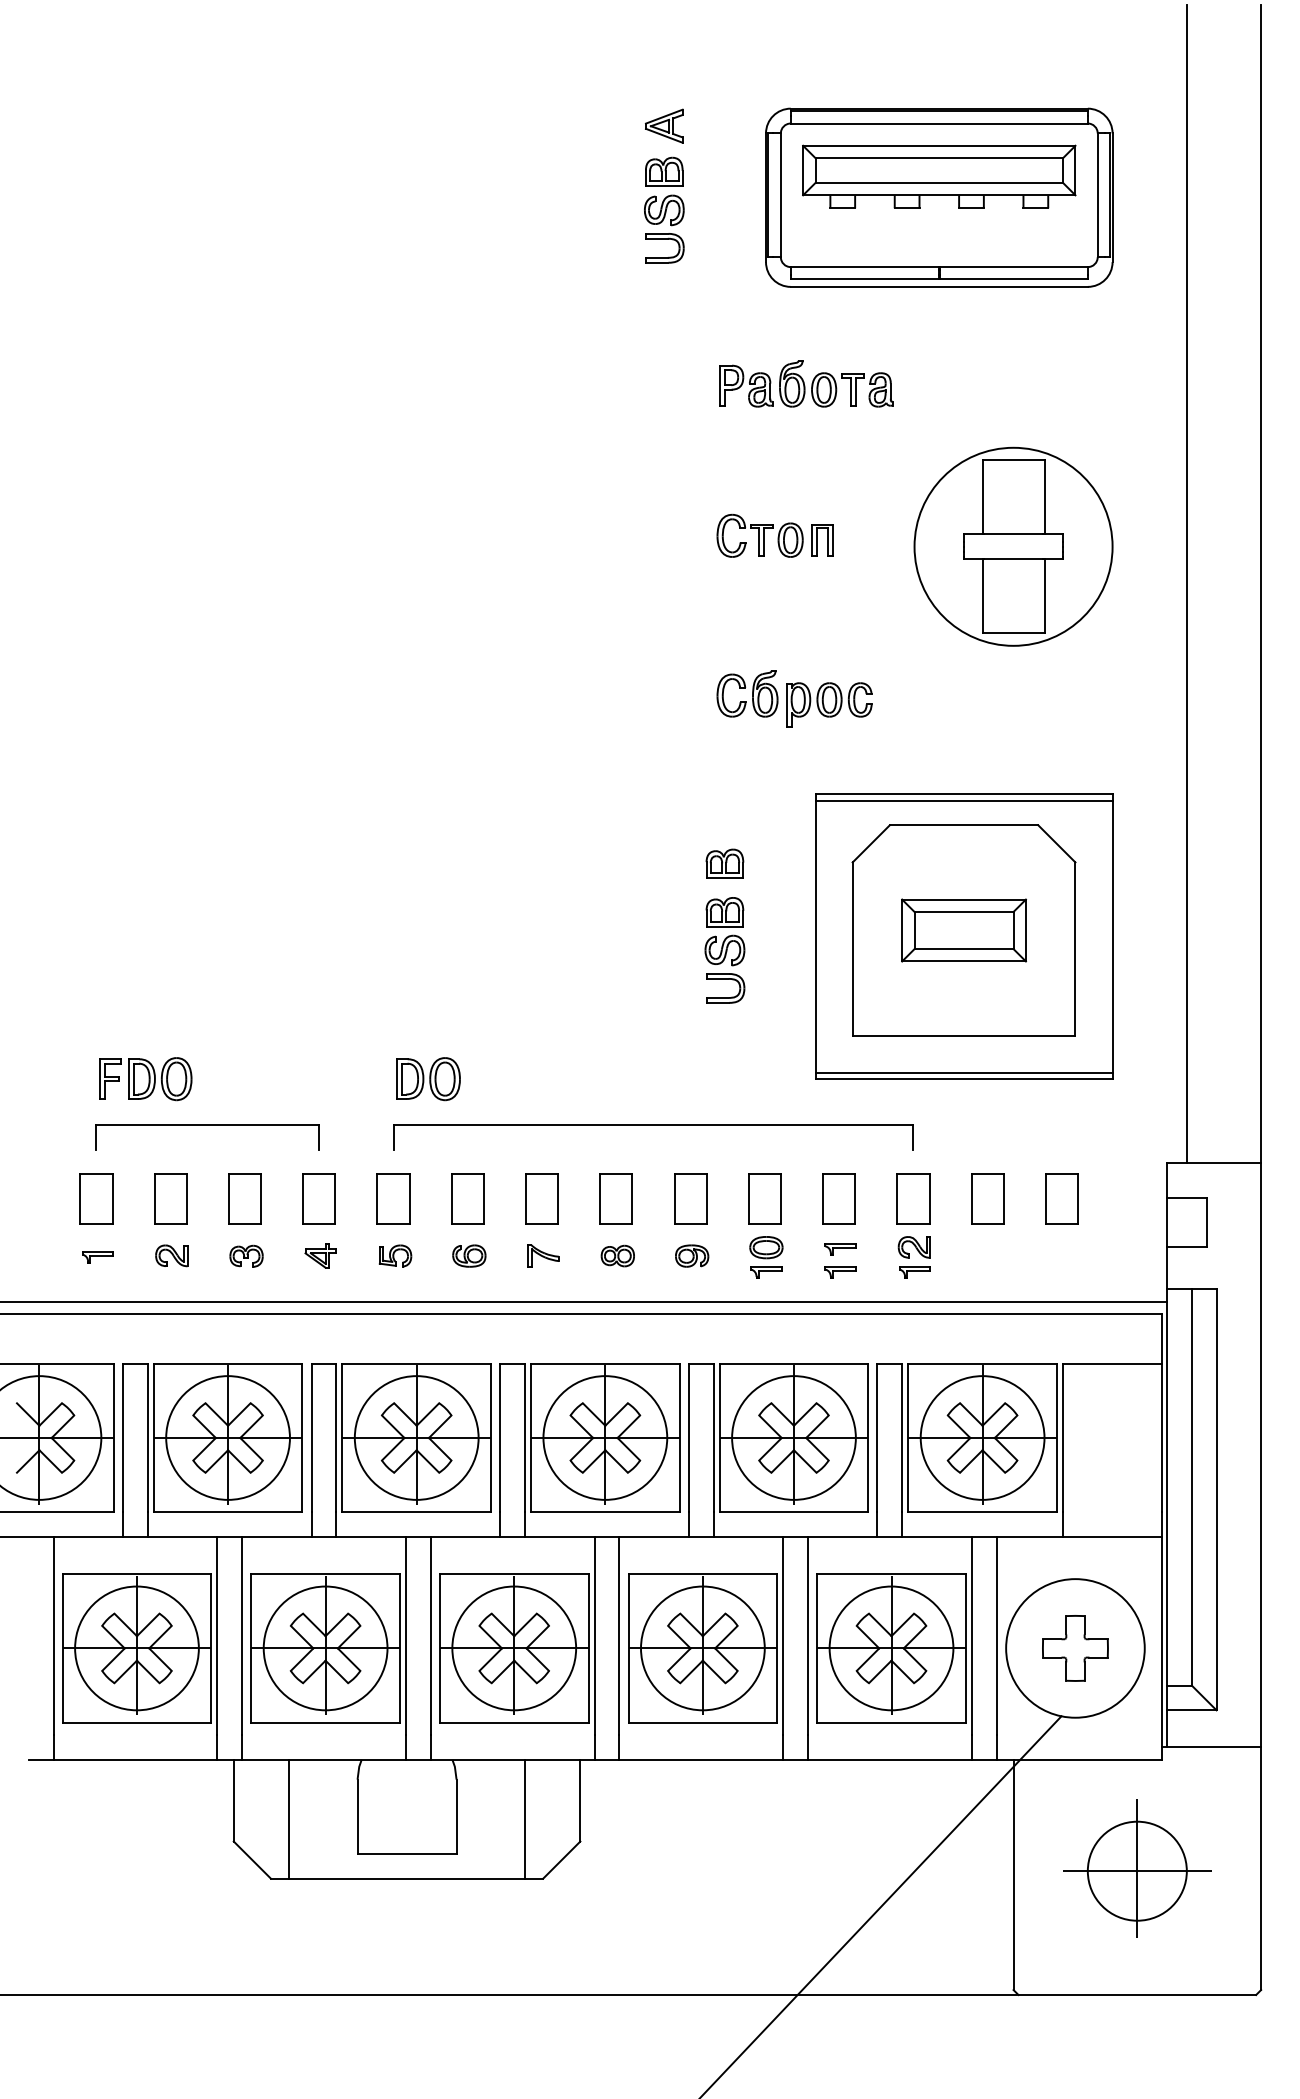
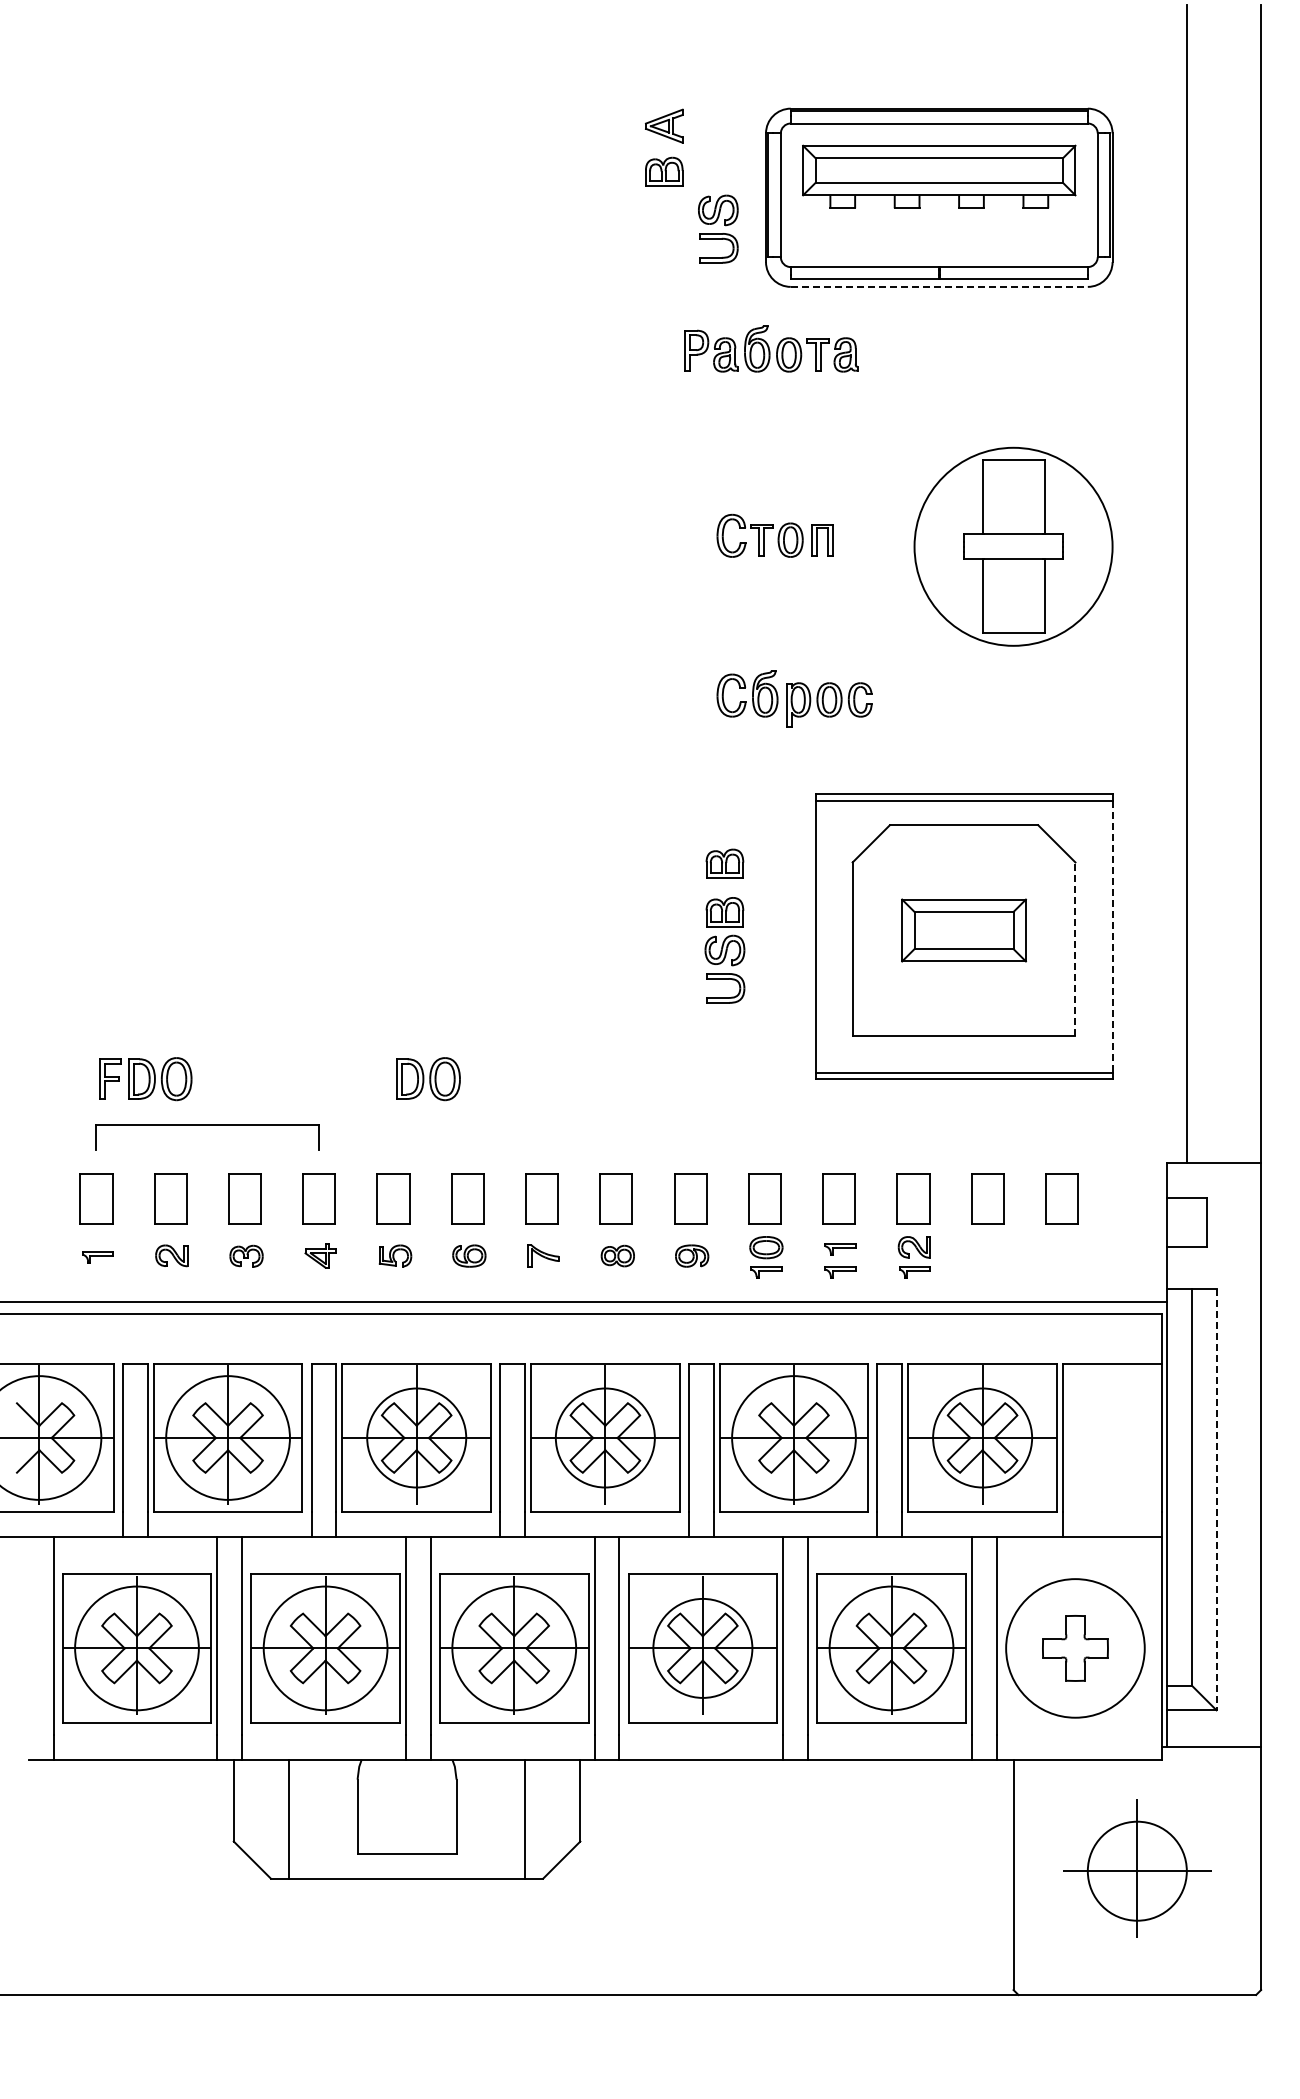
part at (664, 228) position: (664, 228) -> (718, 228)
line at (939, 286): solid -> dashed
part at (806, 383) position: (806, 383) -> (771, 348)
line at (1112, 937): solid -> dashed
line at (1075, 949): solid -> dashed
part at (653, 1125): present -> none
circle at (416, 1437) diameter: 124 px -> 99 px
circle at (605, 1437) diameter: 124 px -> 99 px
circle at (982, 1437) diameter: 124 px -> 99 px
line at (1216, 1500): solid -> dashed
circle at (702, 1648) diameter: 124 px -> 99 px
line at (881, 1905): present -> none
